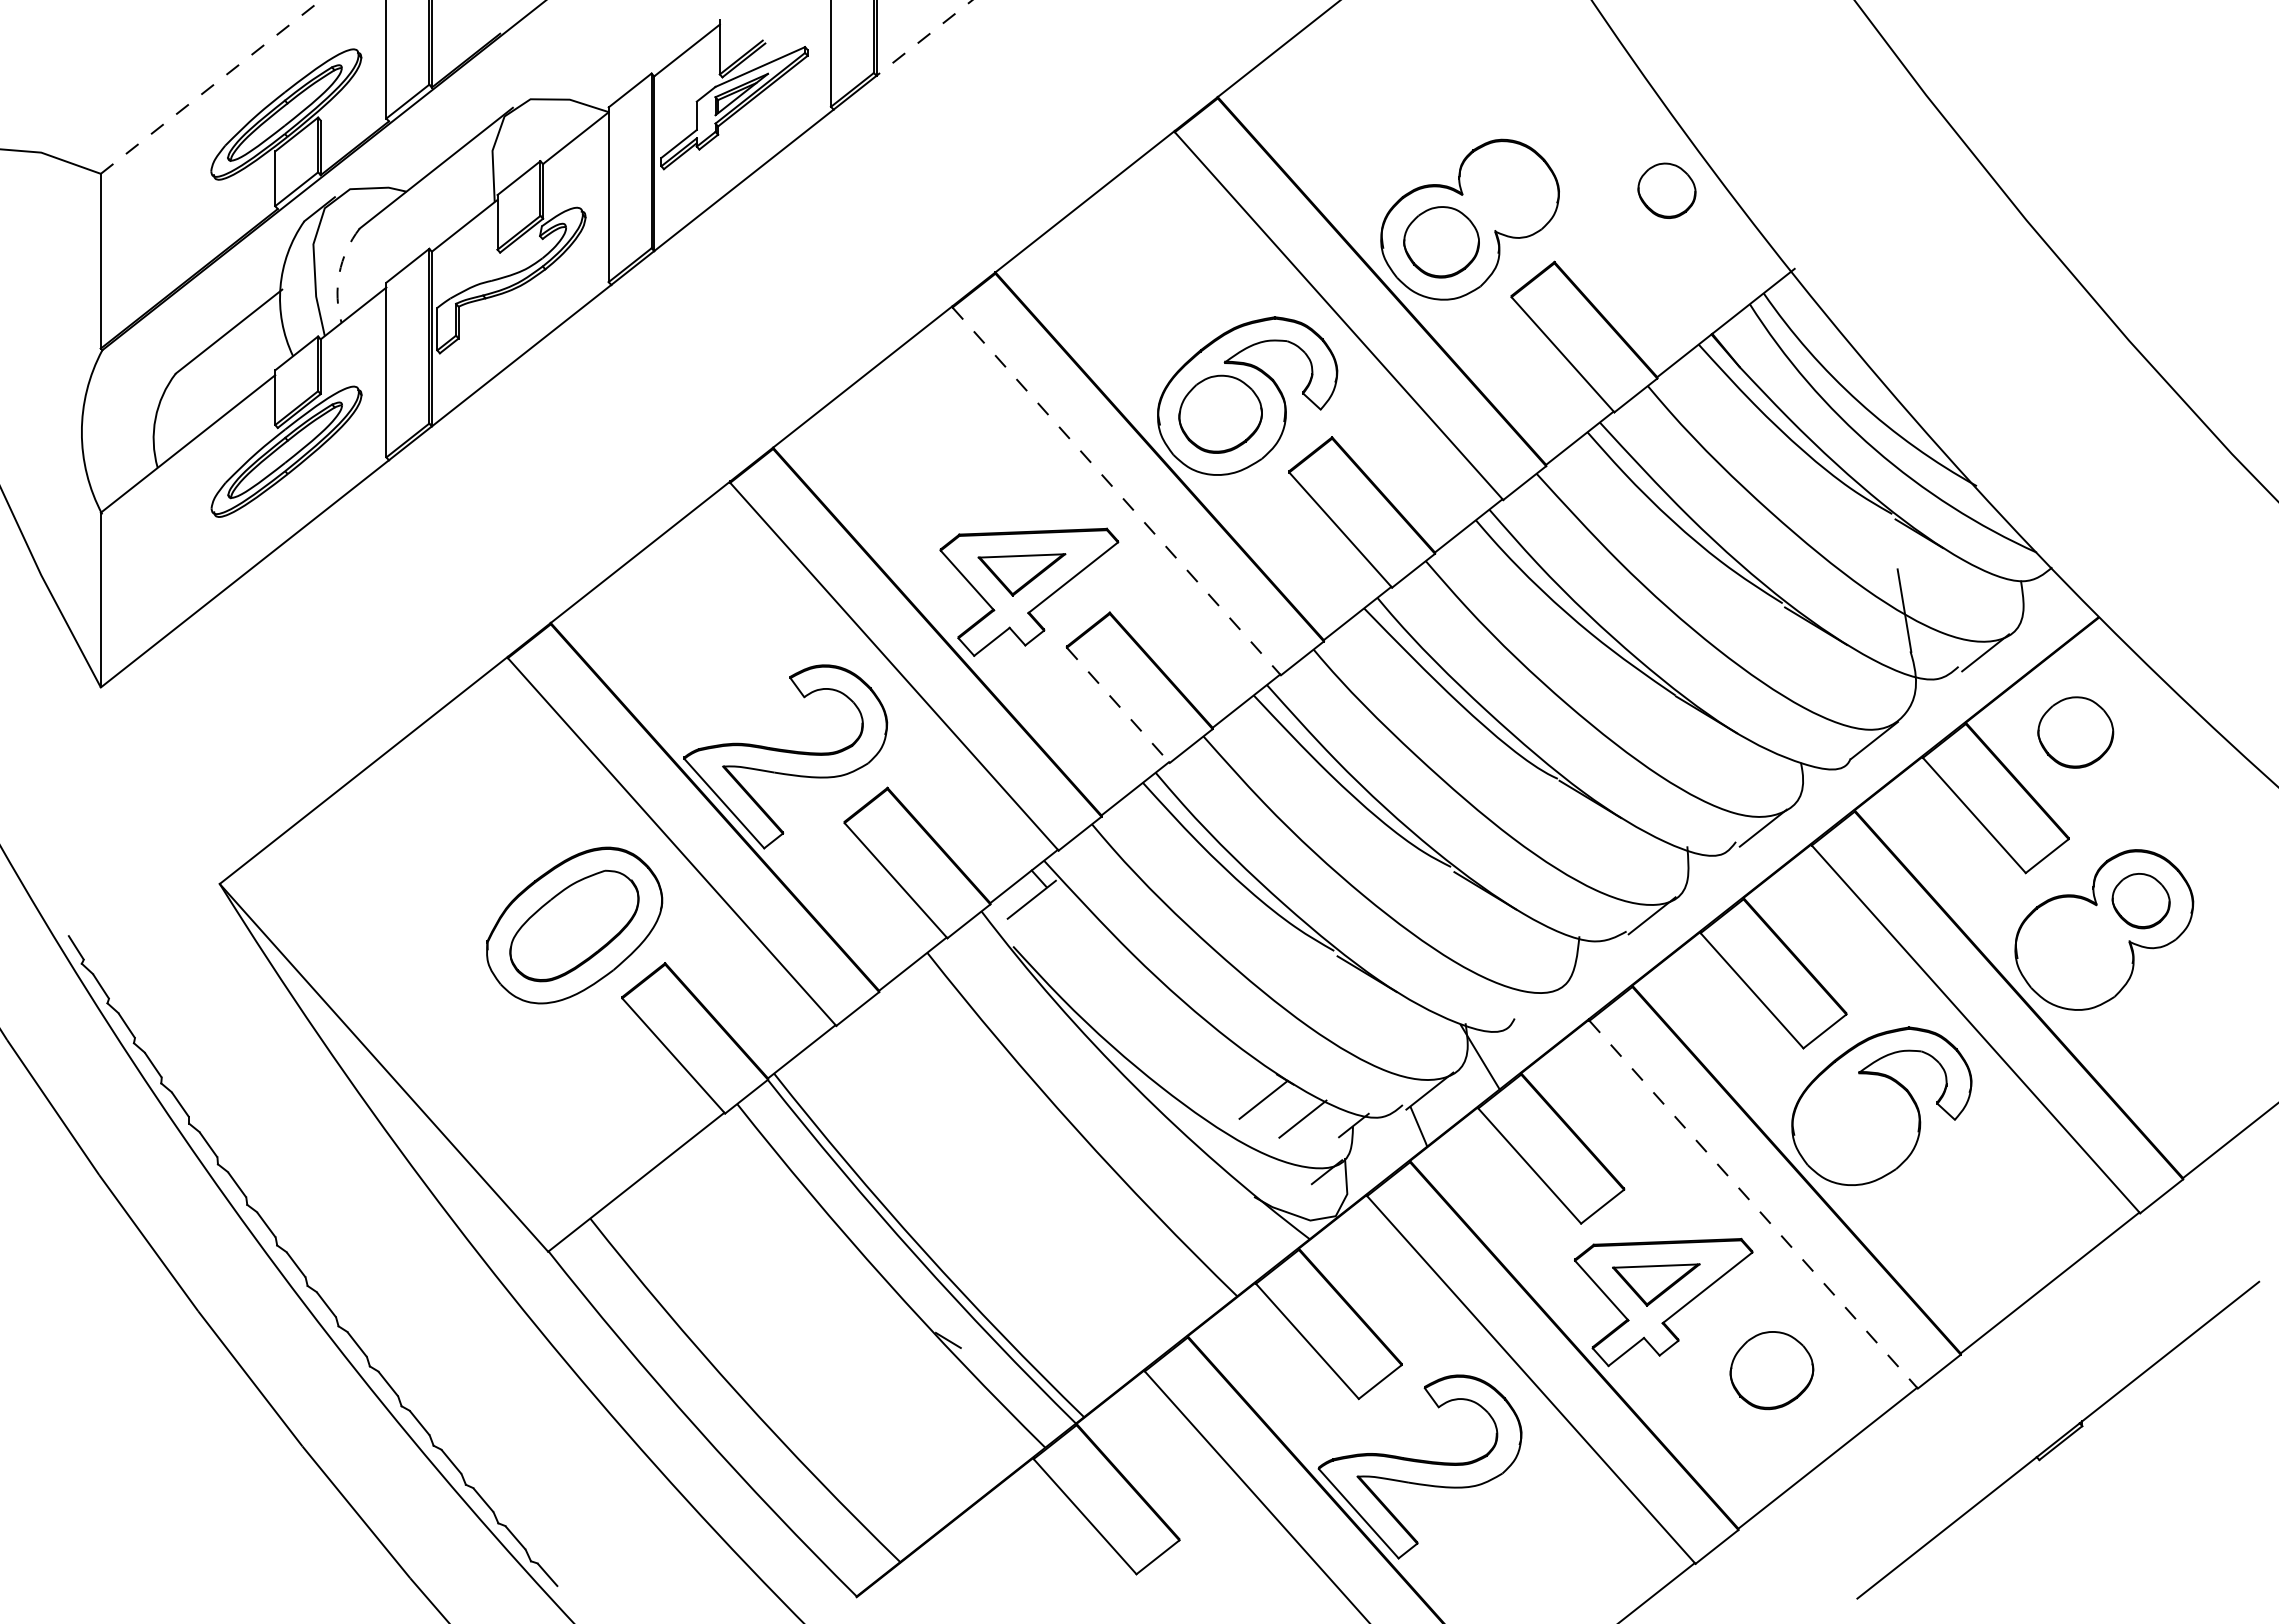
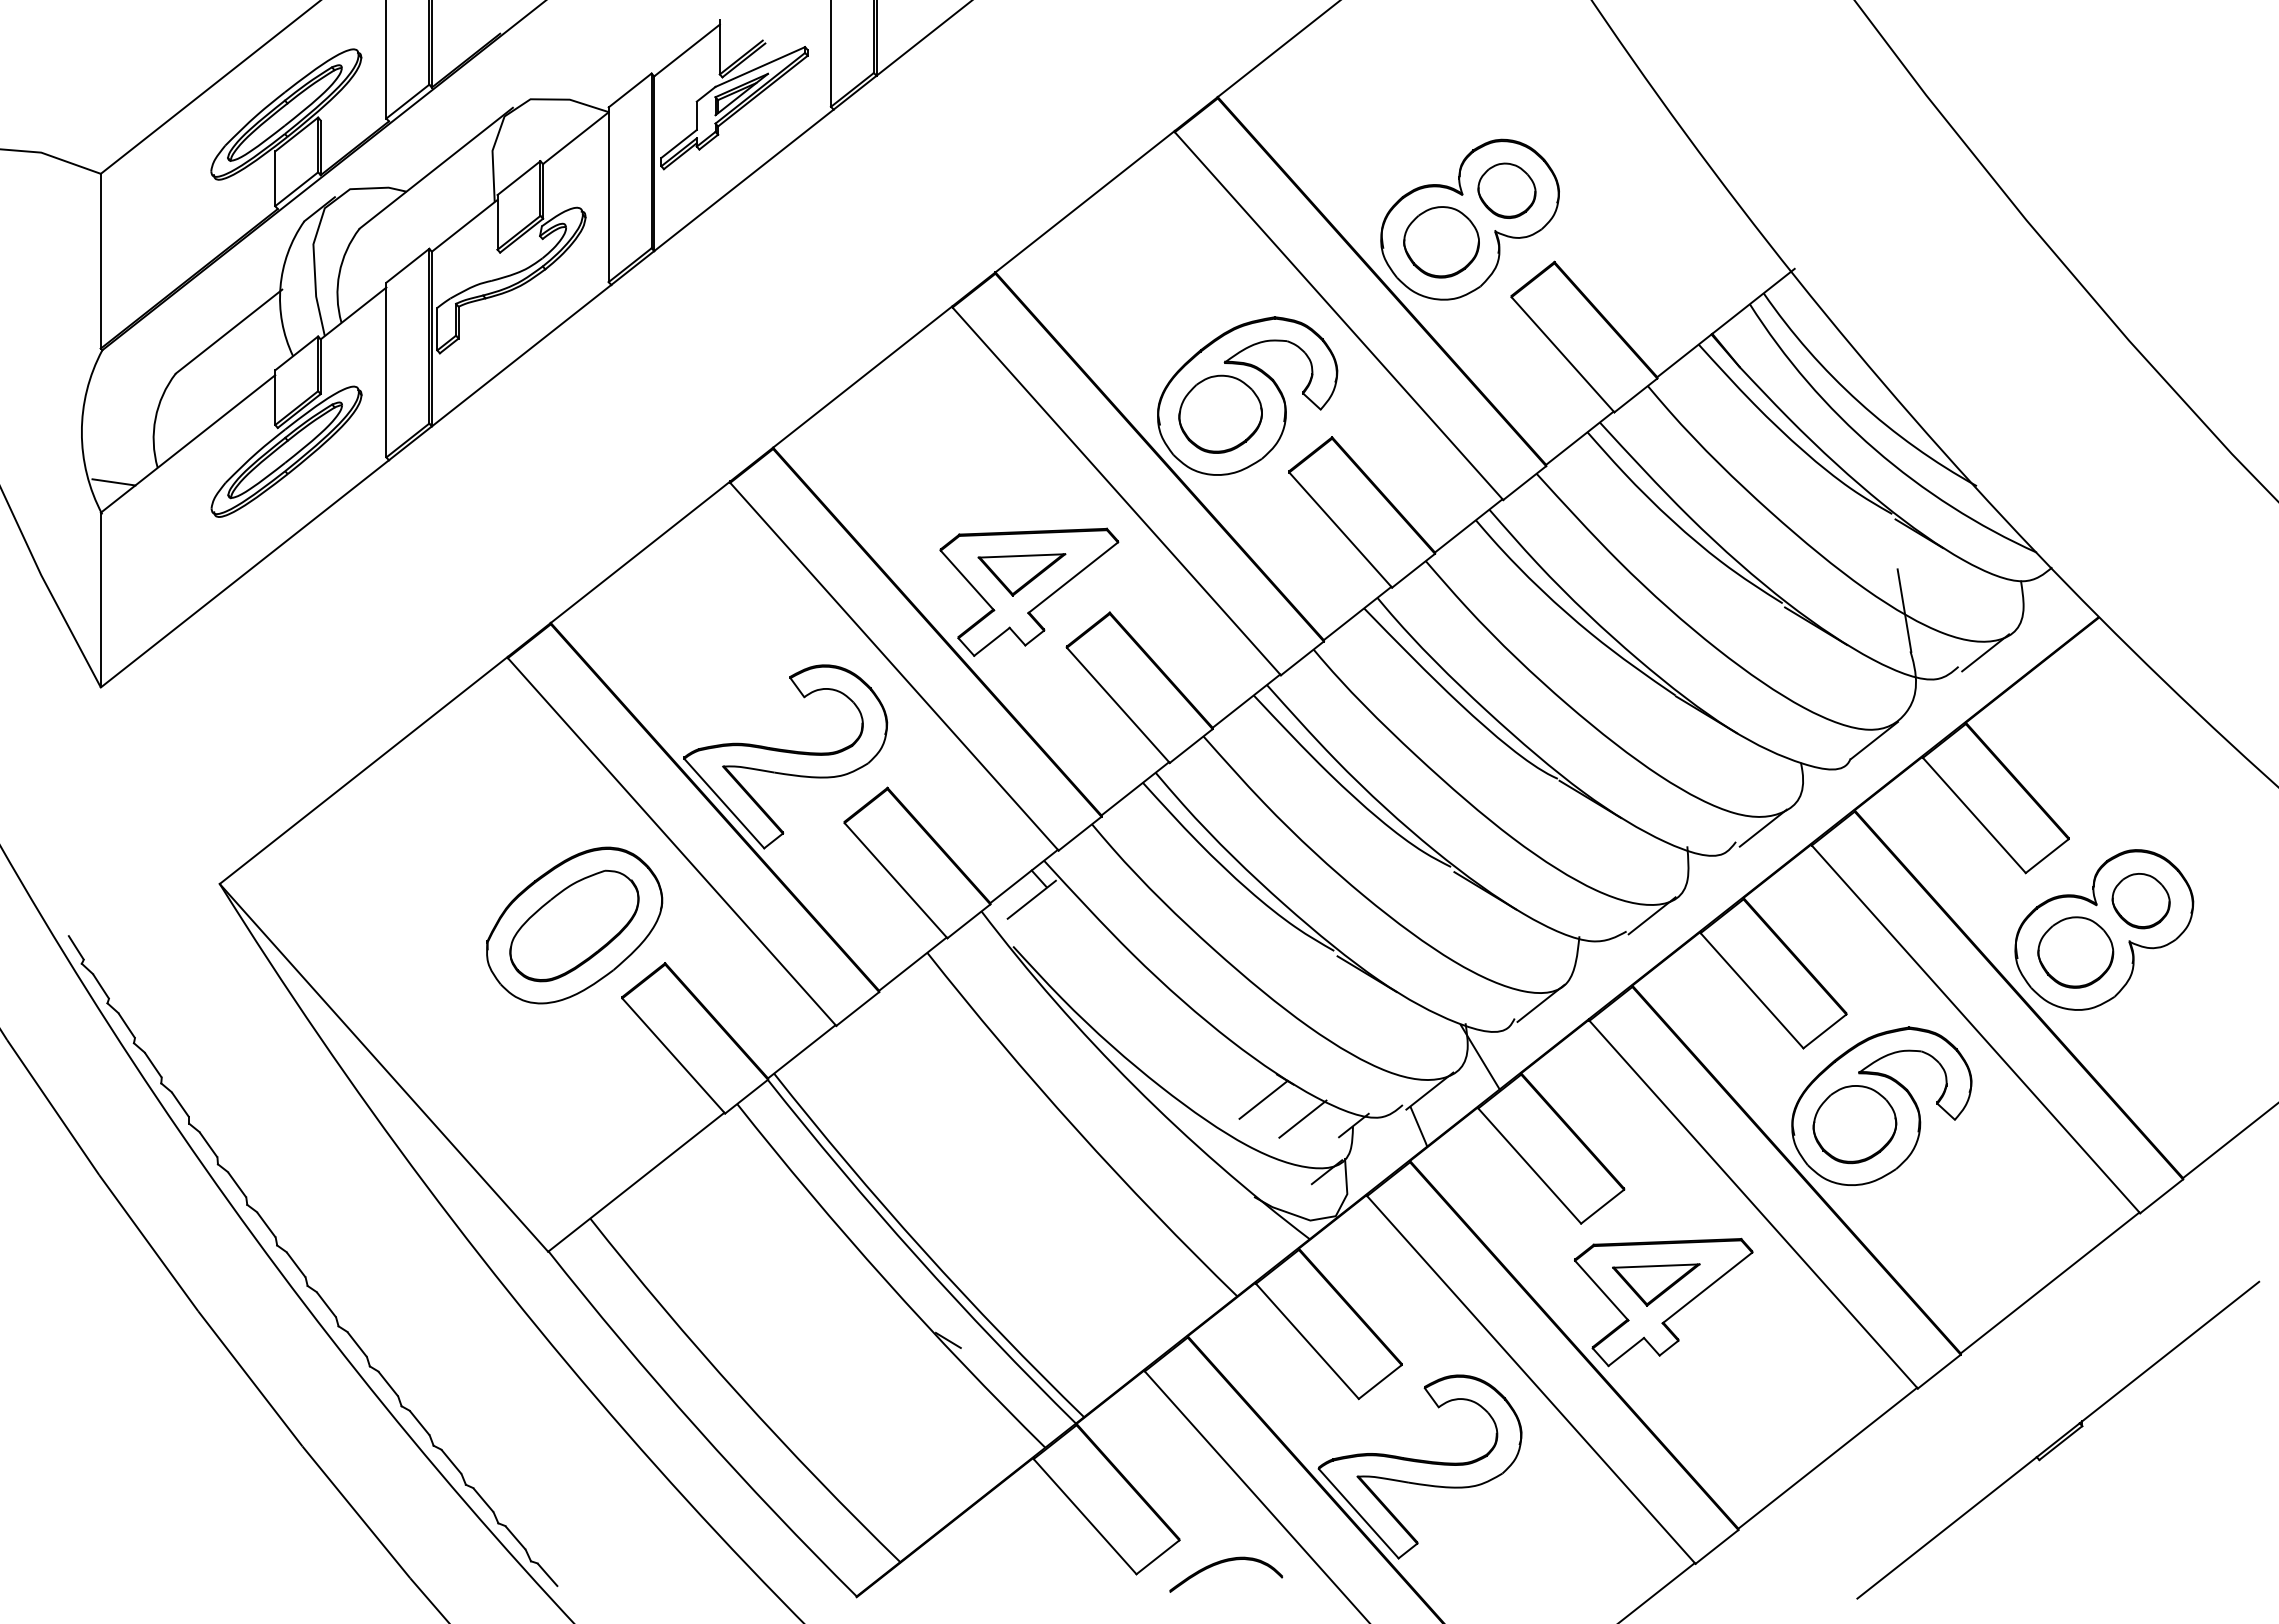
line at (924, 38): dashed -> solid
line at (211, 86): dashed -> solid
part at (1666, 190) position: (1666, 190) -> (1506, 190)
arc at (339, 273): dashed -> solid
line at (113, 482): none -> present
line at (1116, 491): dashed -> solid
line at (1118, 705): dashed -> solid
part at (2075, 732) position: (2075, 732) -> (2075, 952)
line at (1540, 1002): none -> present
line at (1753, 1204): dashed -> solid
part at (1771, 1370) position: (1771, 1370) -> (1854, 1124)
part at (1222, 1563): none -> present
